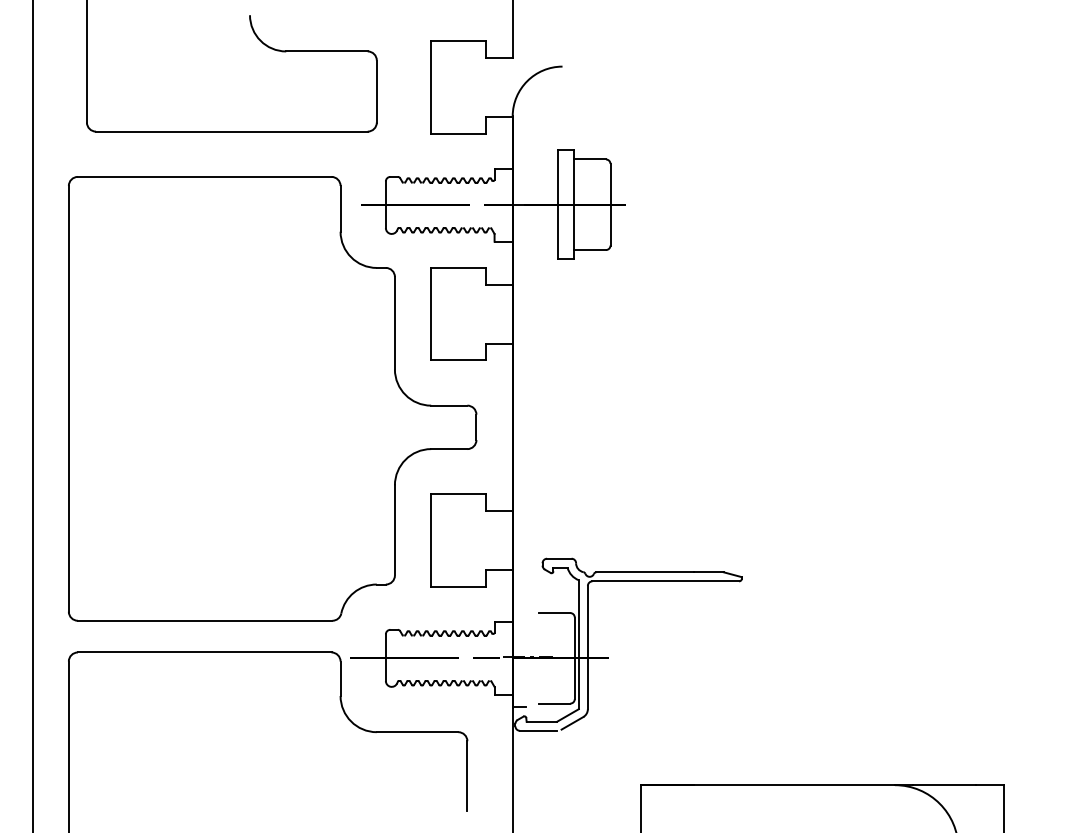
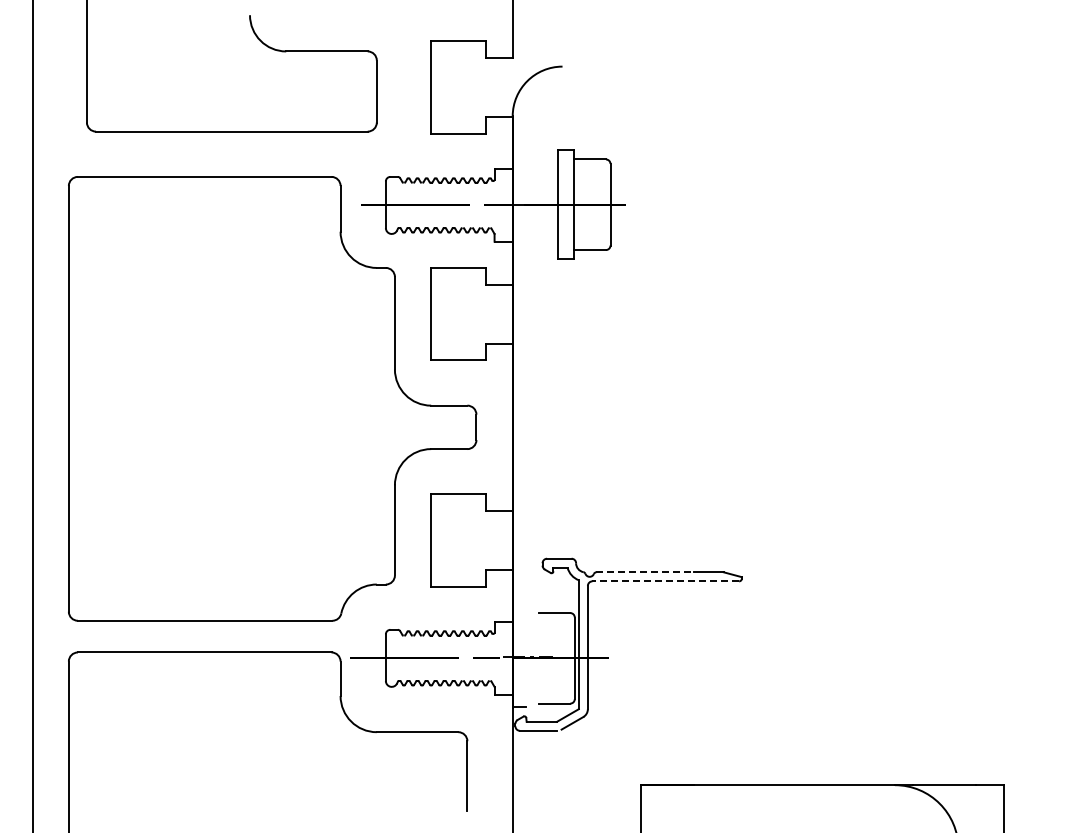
line at (645, 572): solid -> dashed
line at (665, 581): solid -> dashed
